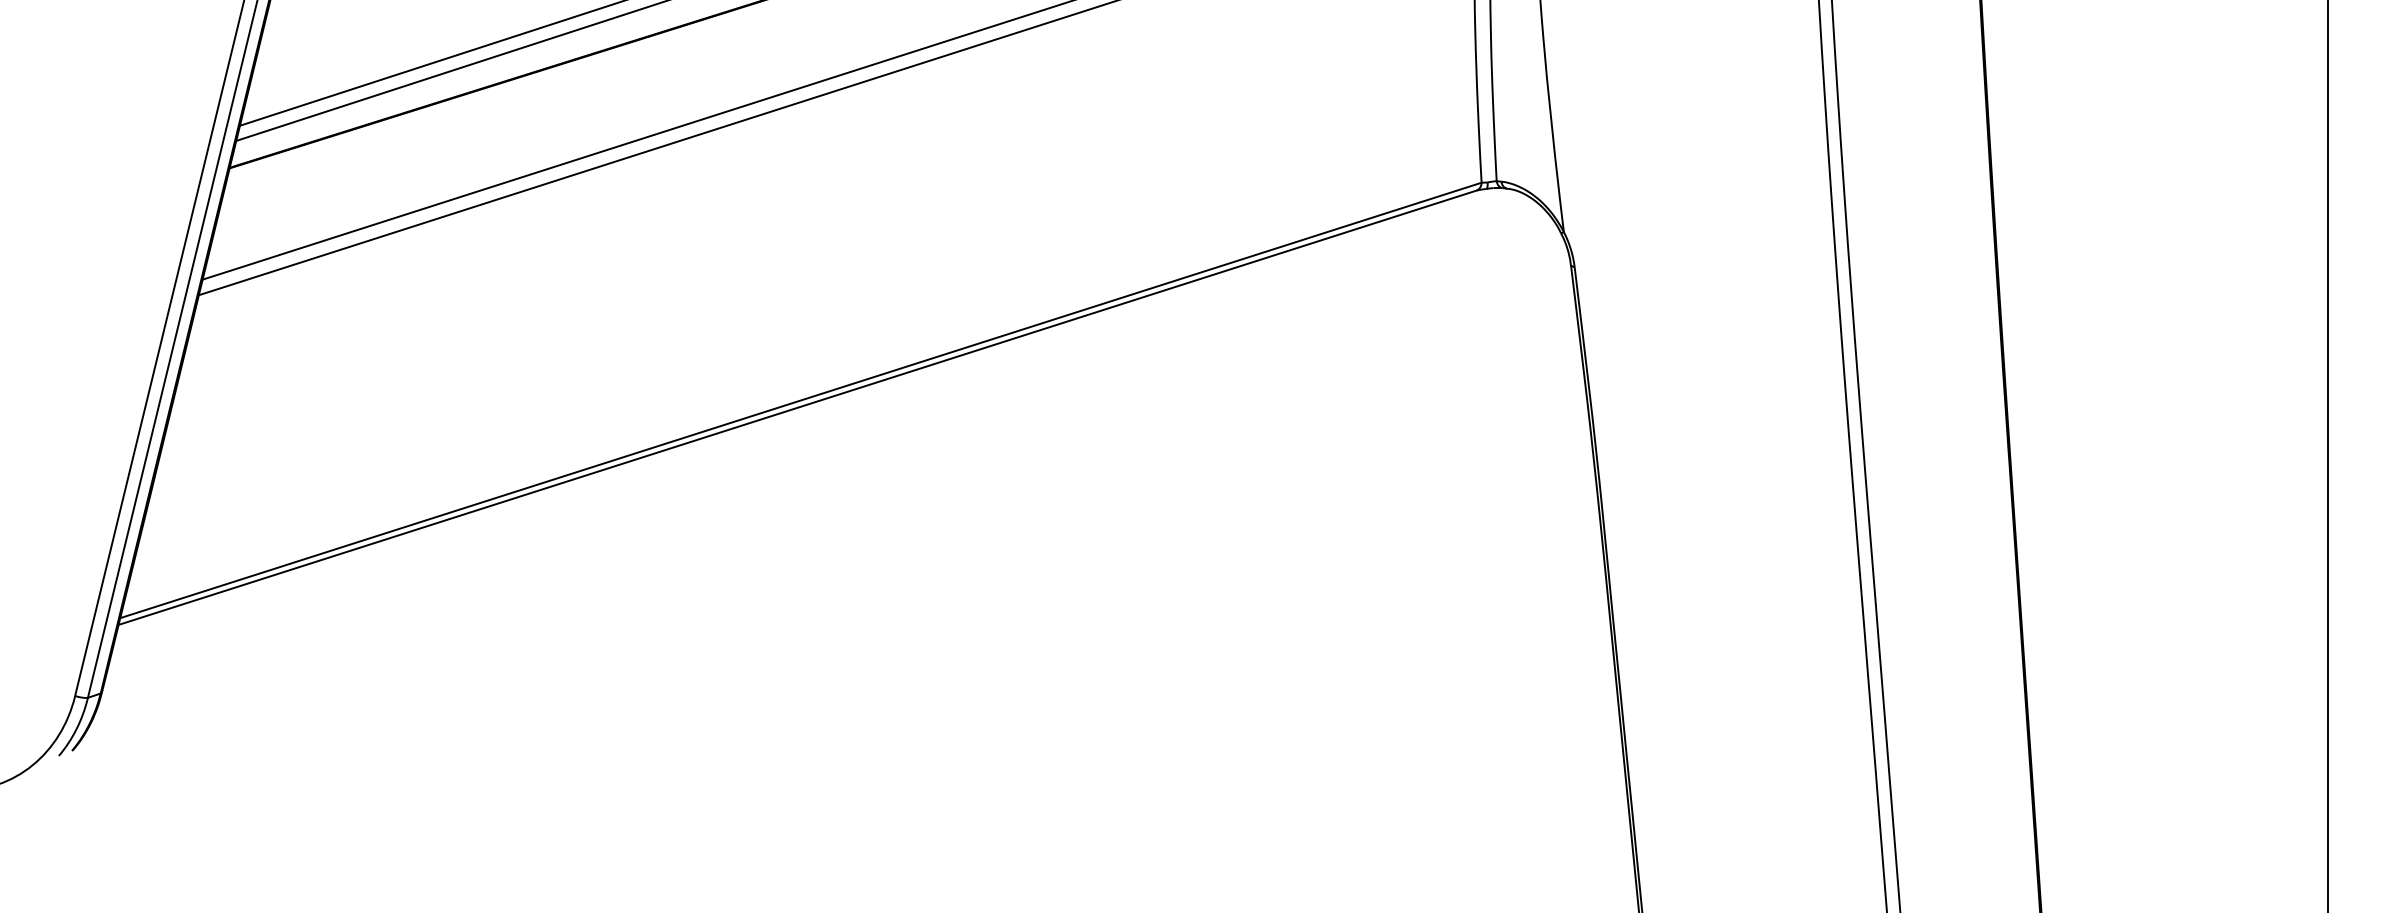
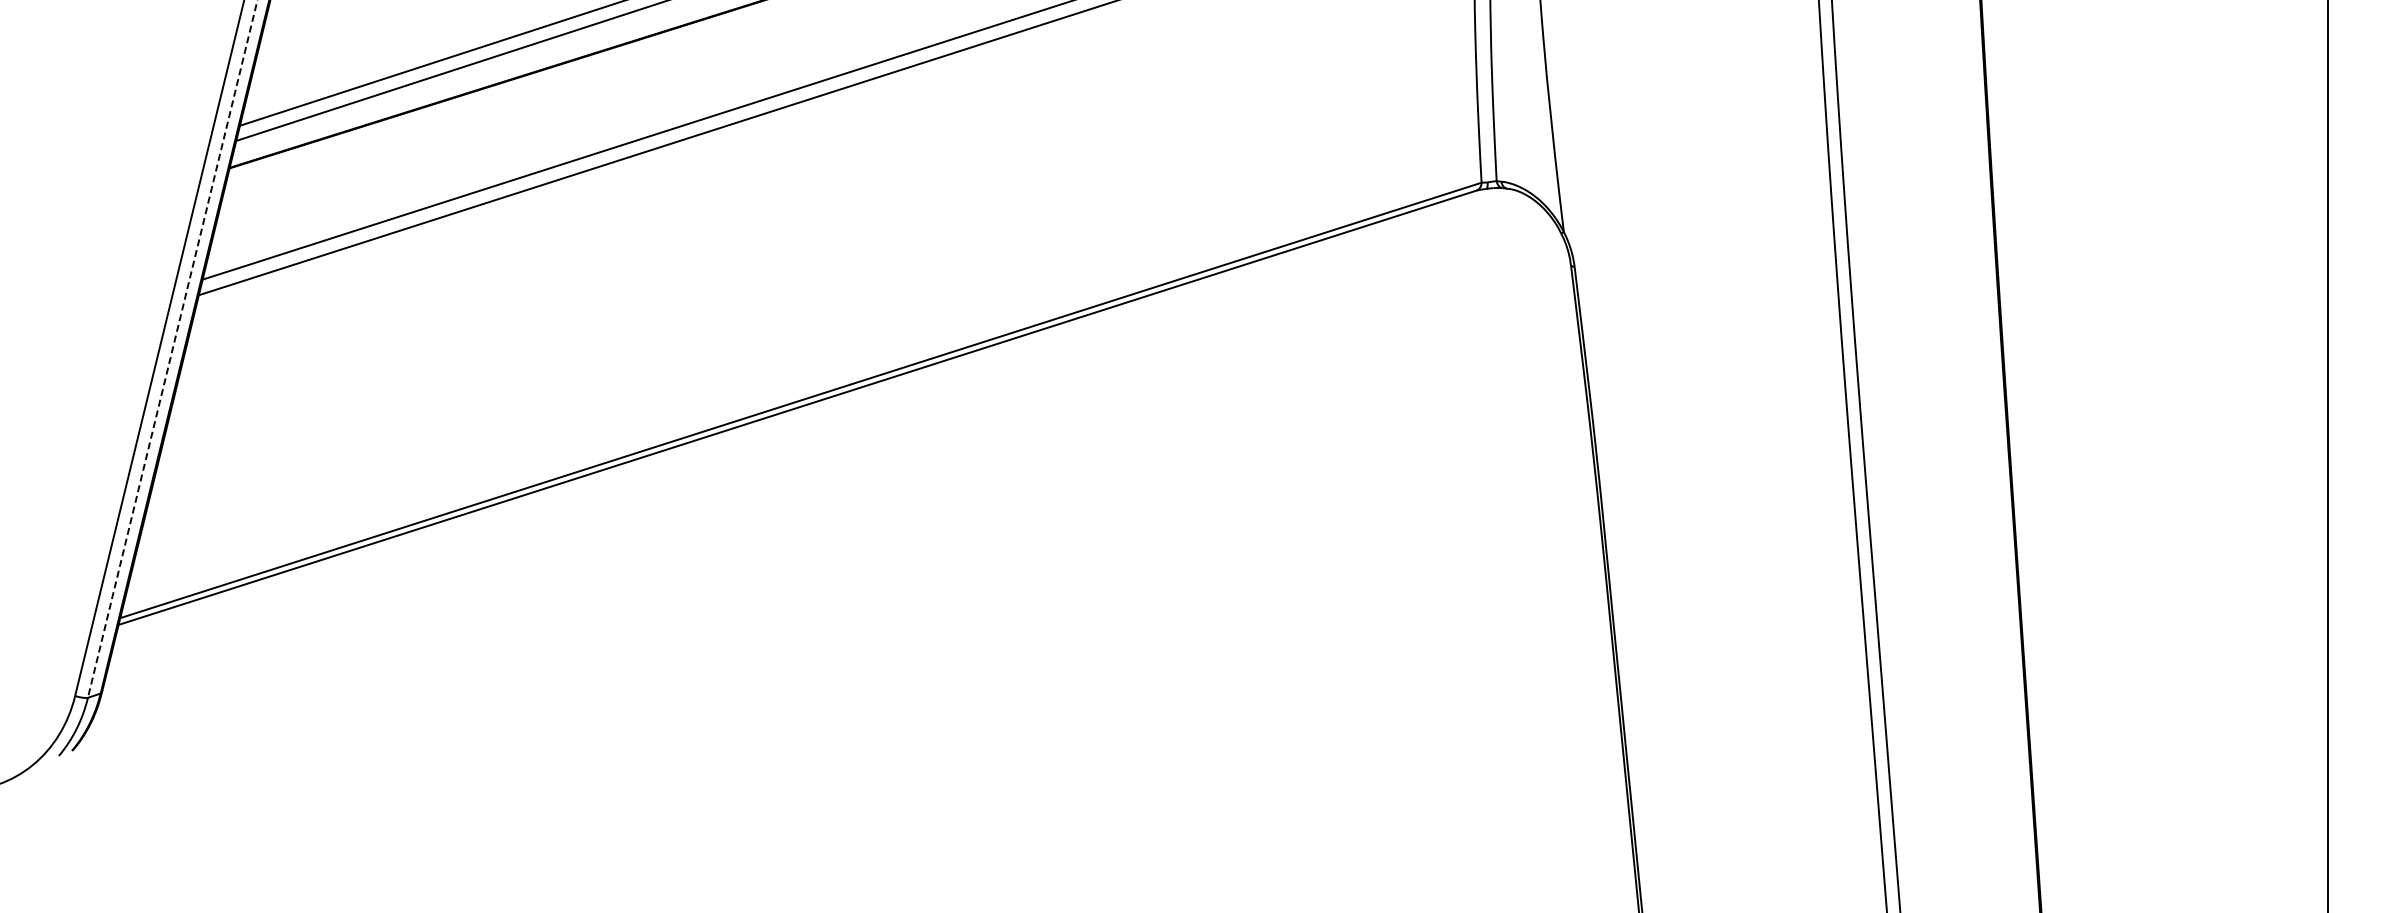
line at (172, 349): solid -> dashed
